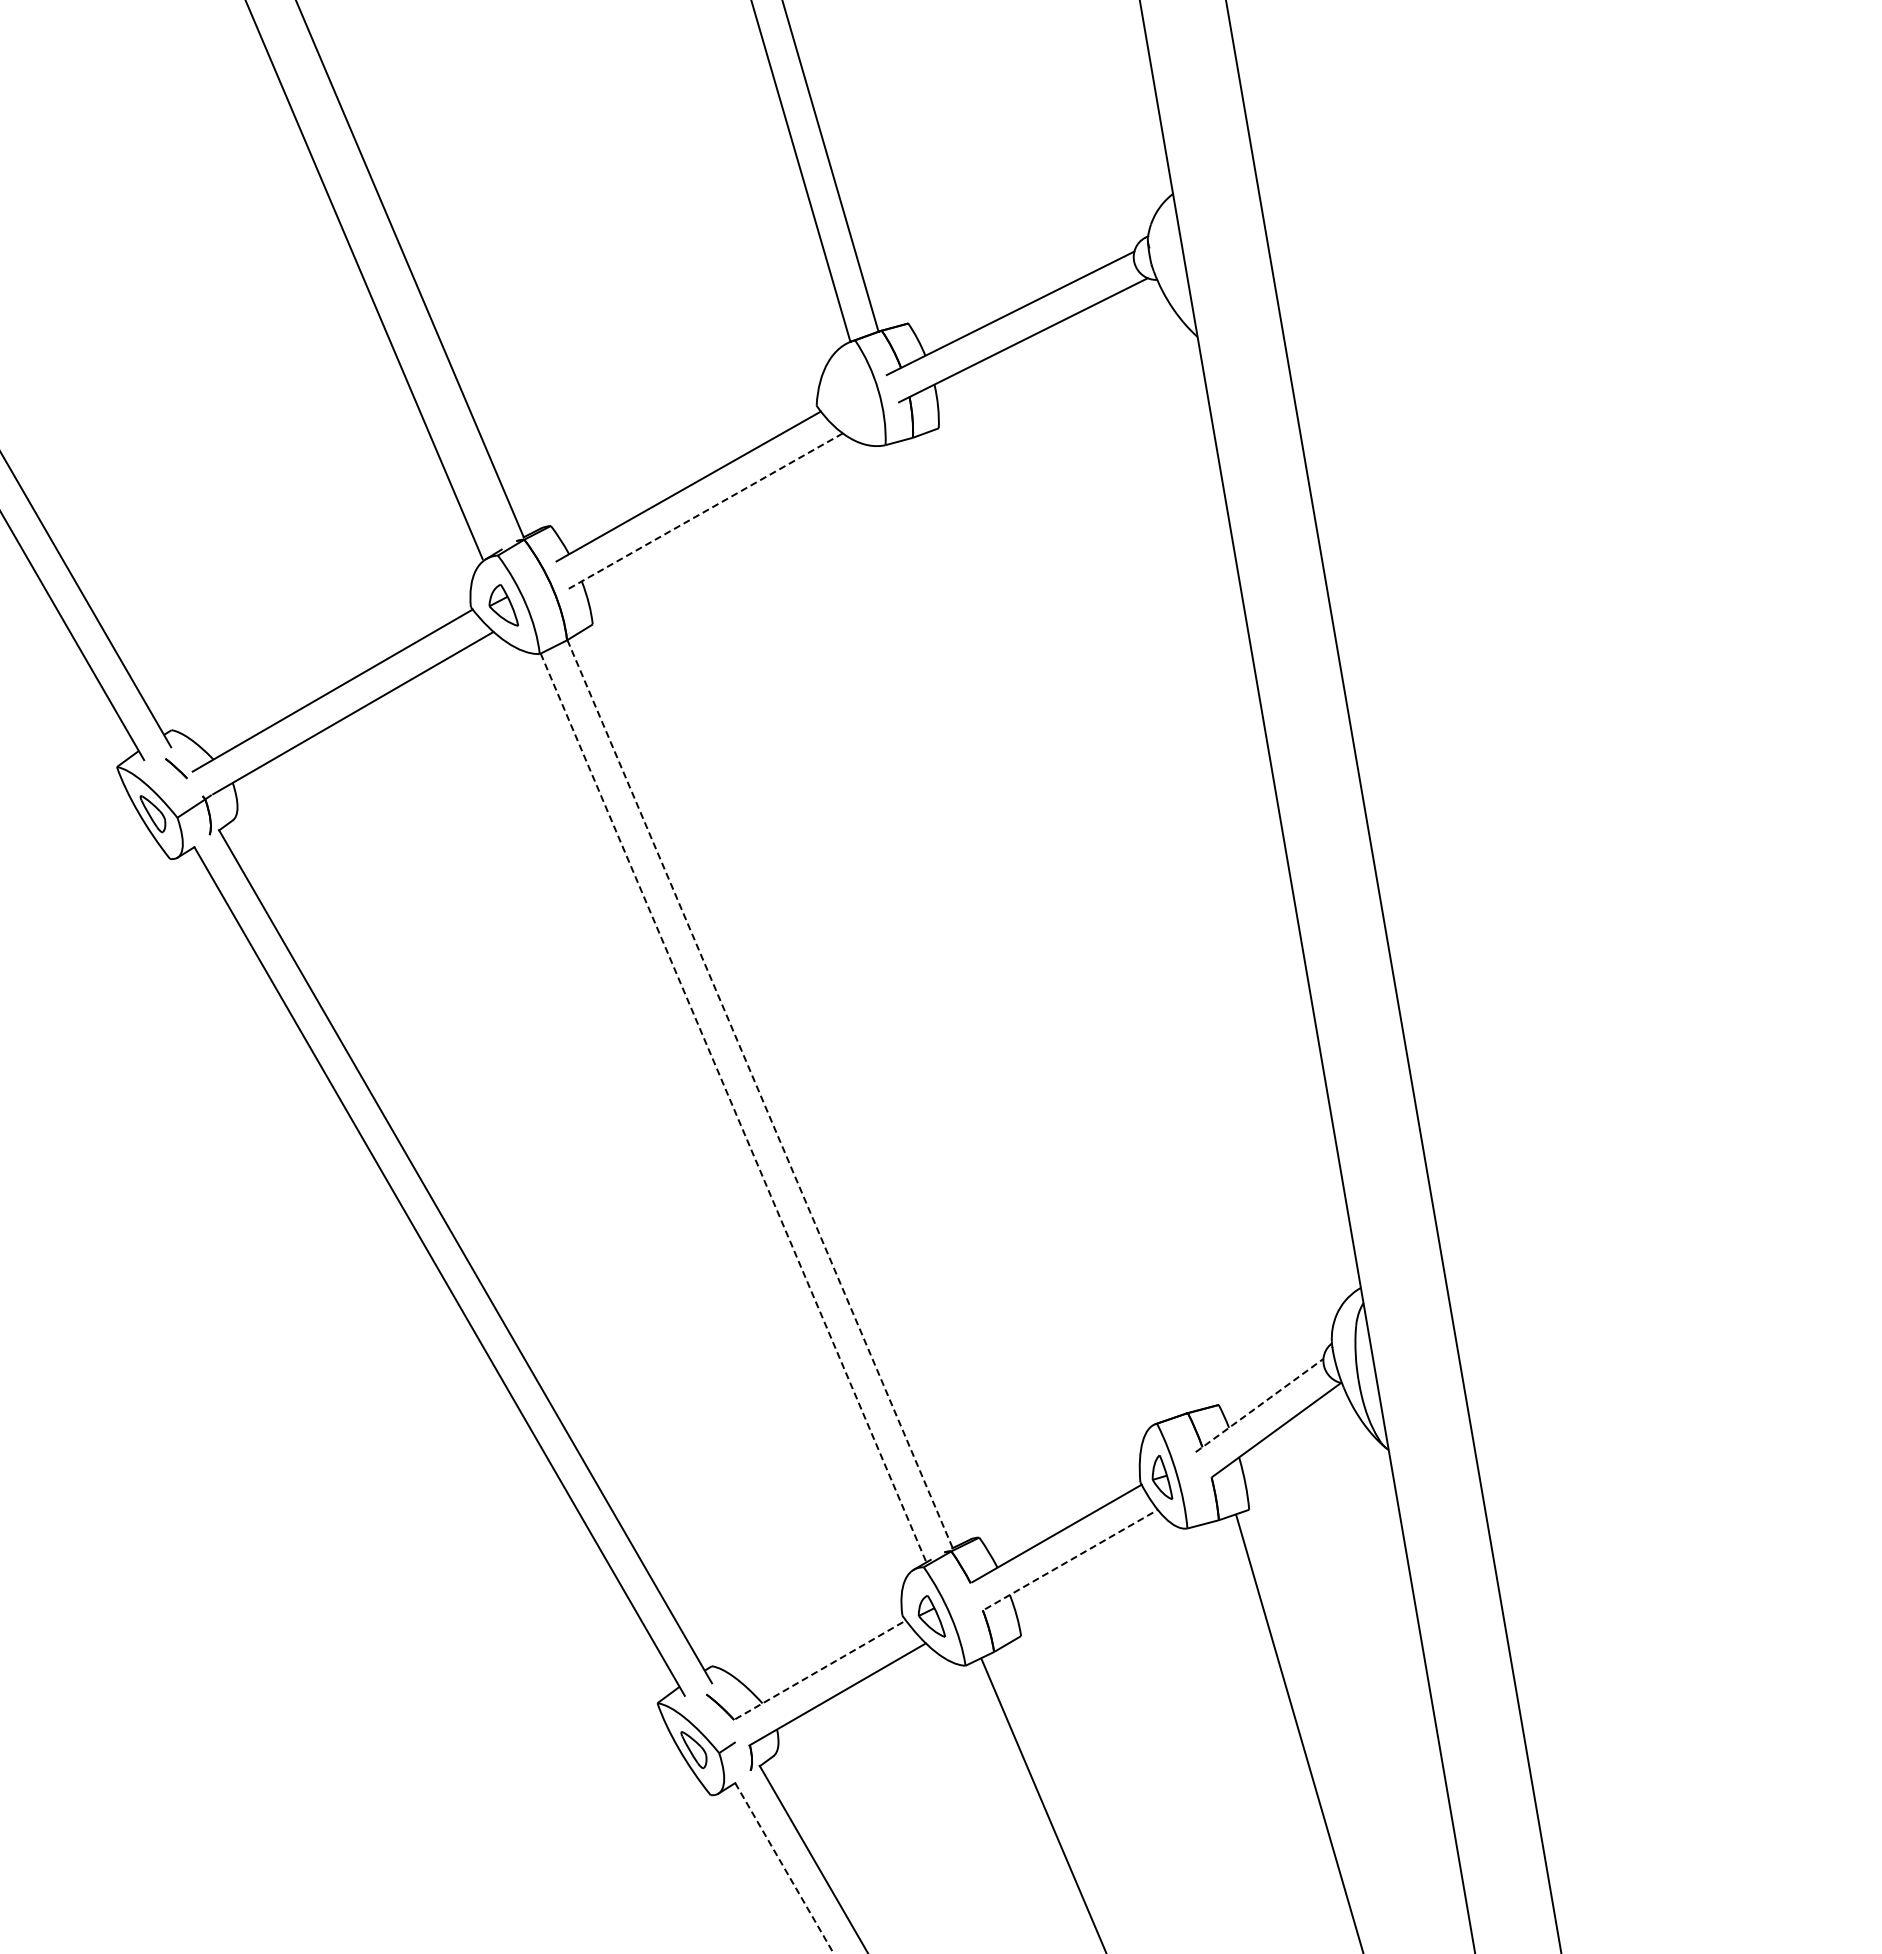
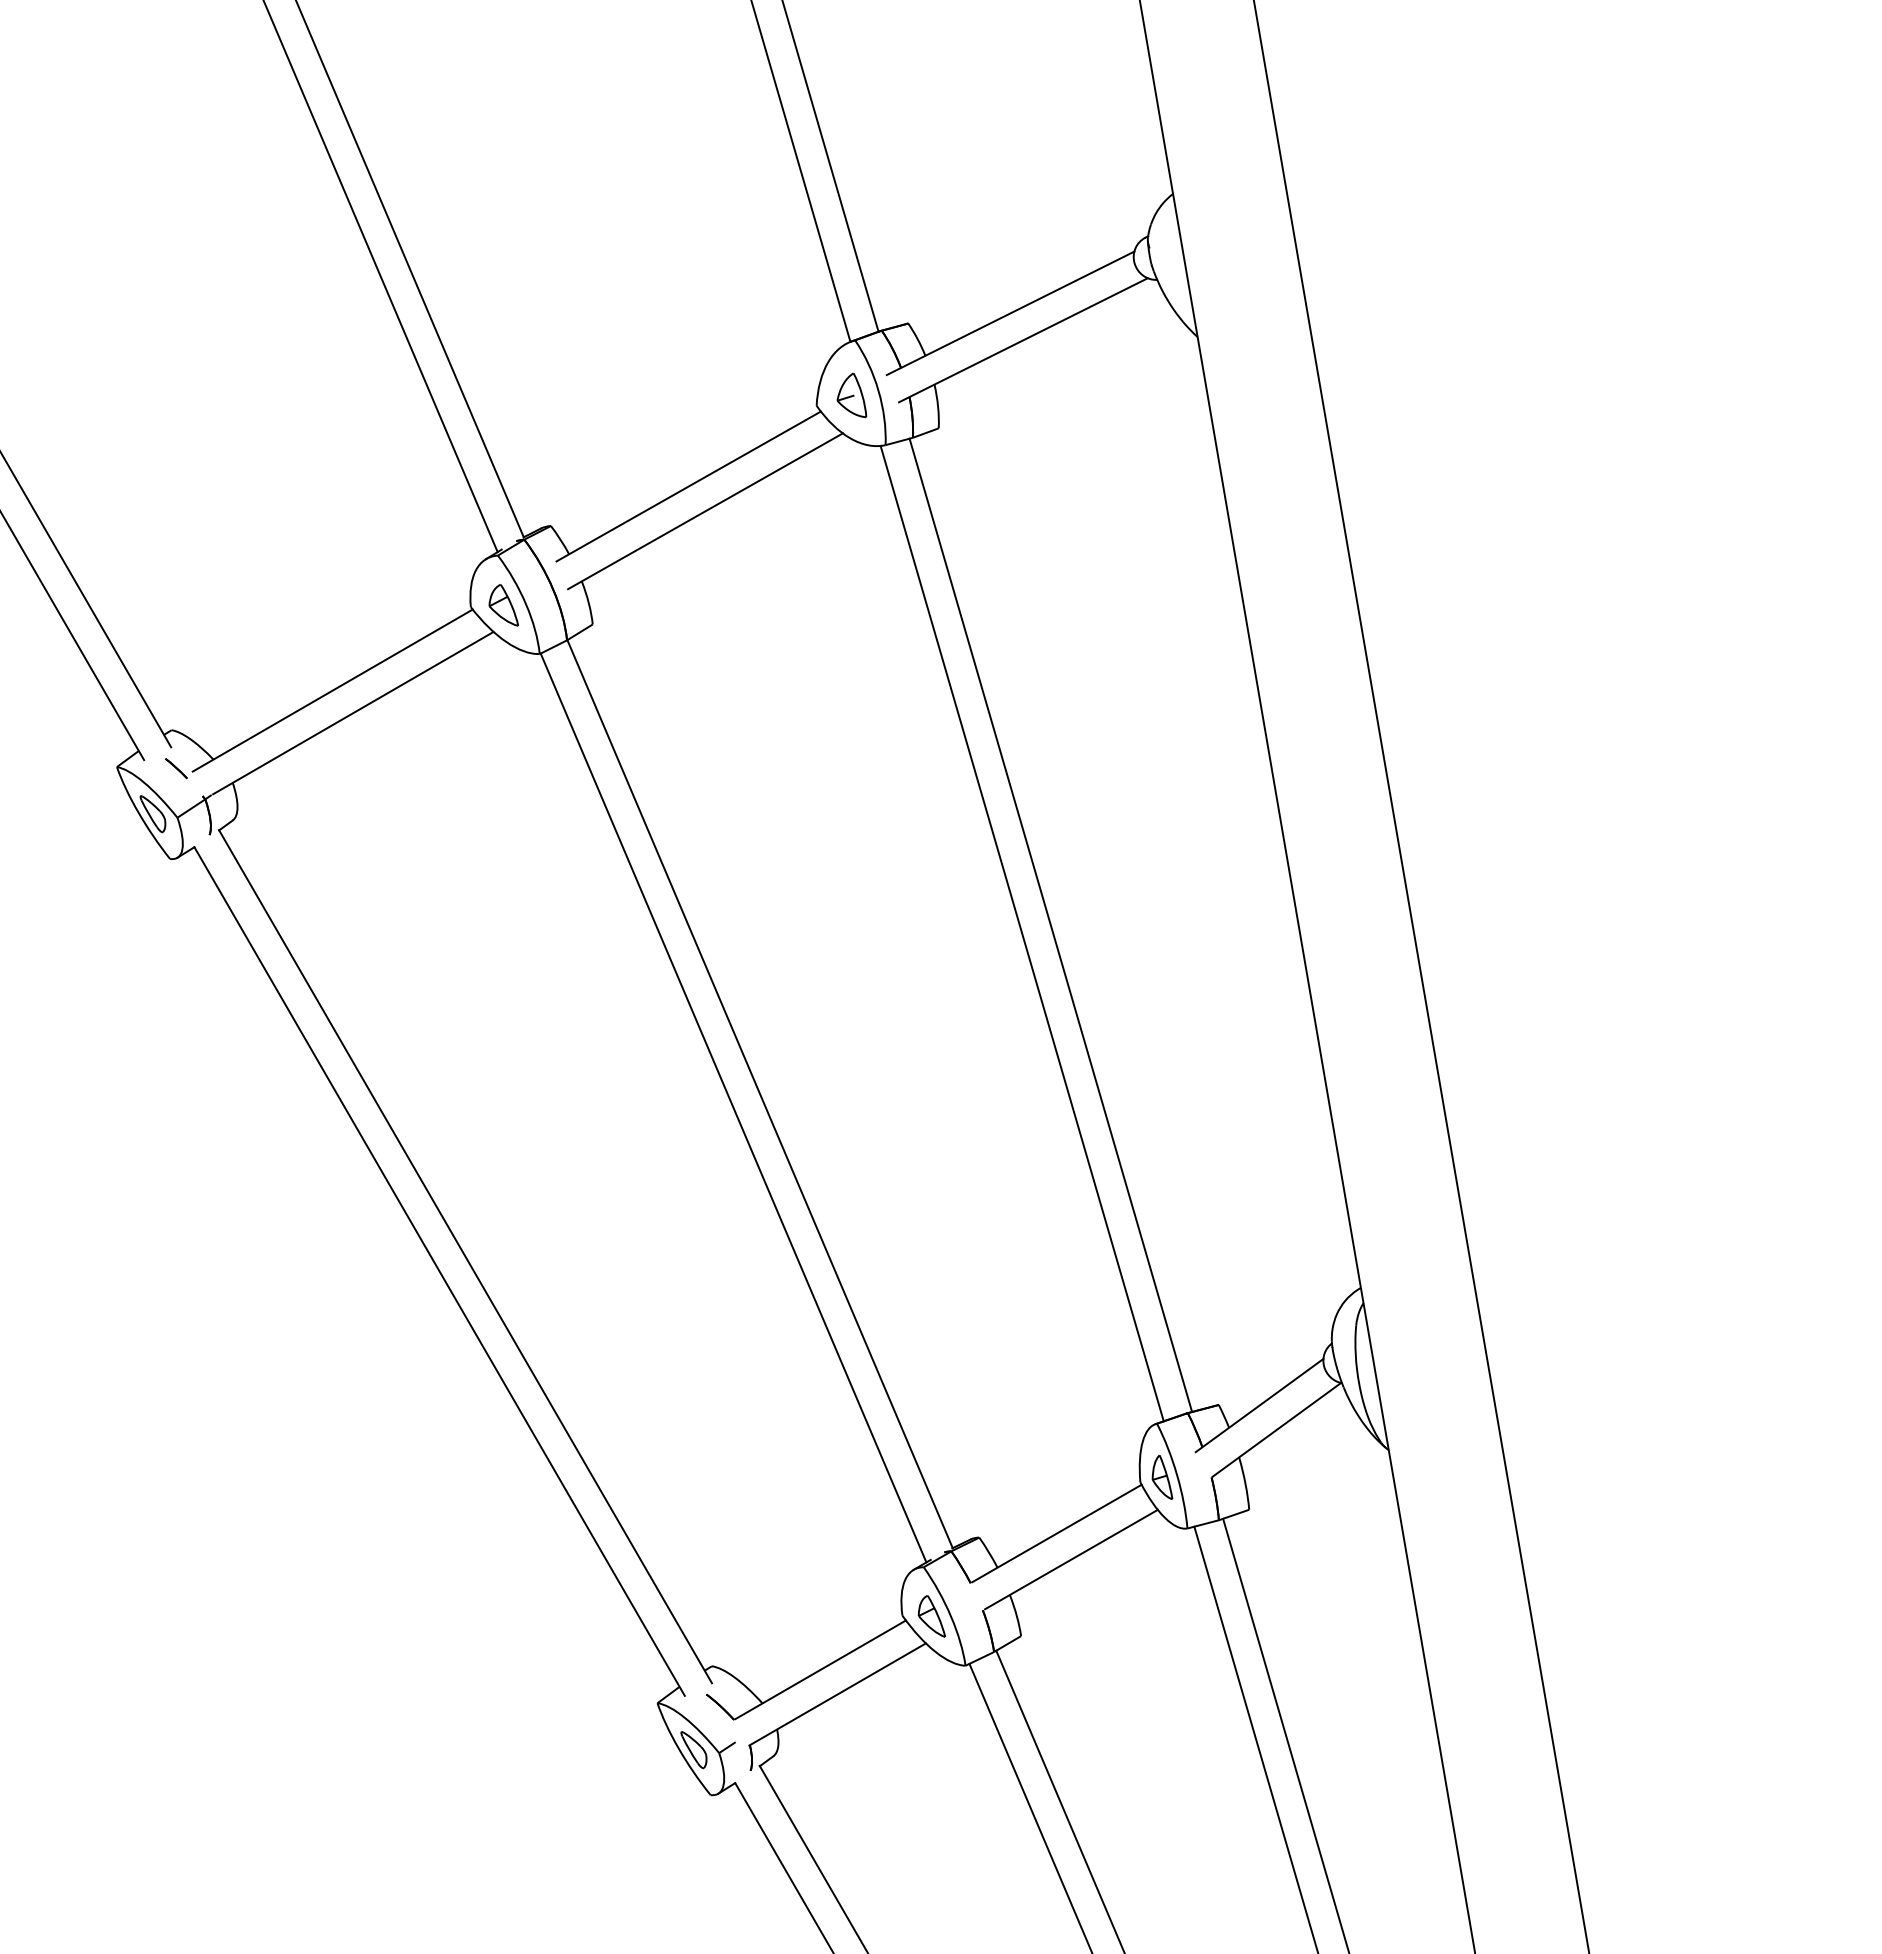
line at (364, 280) position: (364, 280) -> (380, 277)
part at (851, 395): none -> present
line at (705, 511): dashed -> solid
line at (1050, 925): none -> present
line at (1021, 933): none -> present
line at (1393, 976) position: (1393, 976) -> (1421, 976)
line at (760, 1094): dashed -> solid
line at (733, 1108): dashed -> solid
line at (1260, 1405): dashed -> solid
line at (1071, 1559): dashed -> solid
line at (820, 1669): dashed -> solid
line at (1299, 1732) position: (1299, 1732) -> (1285, 1734)
line at (1255, 1738): none -> present
line at (1059, 1800): none -> present
line at (1043, 1804) position: (1043, 1804) -> (1030, 1806)
line at (784, 1868): dashed -> solid
